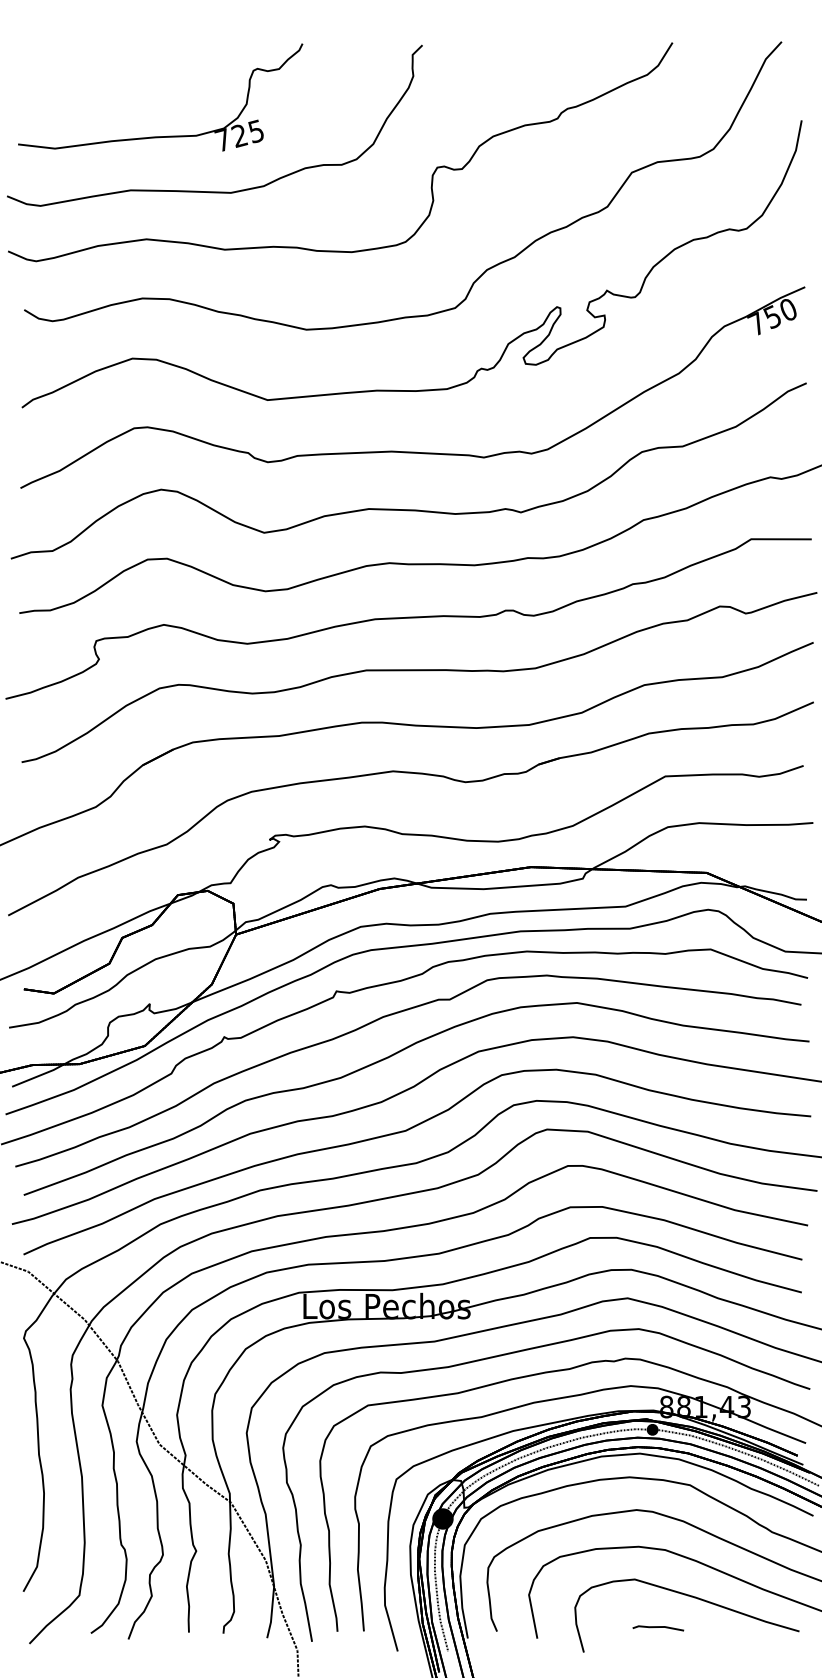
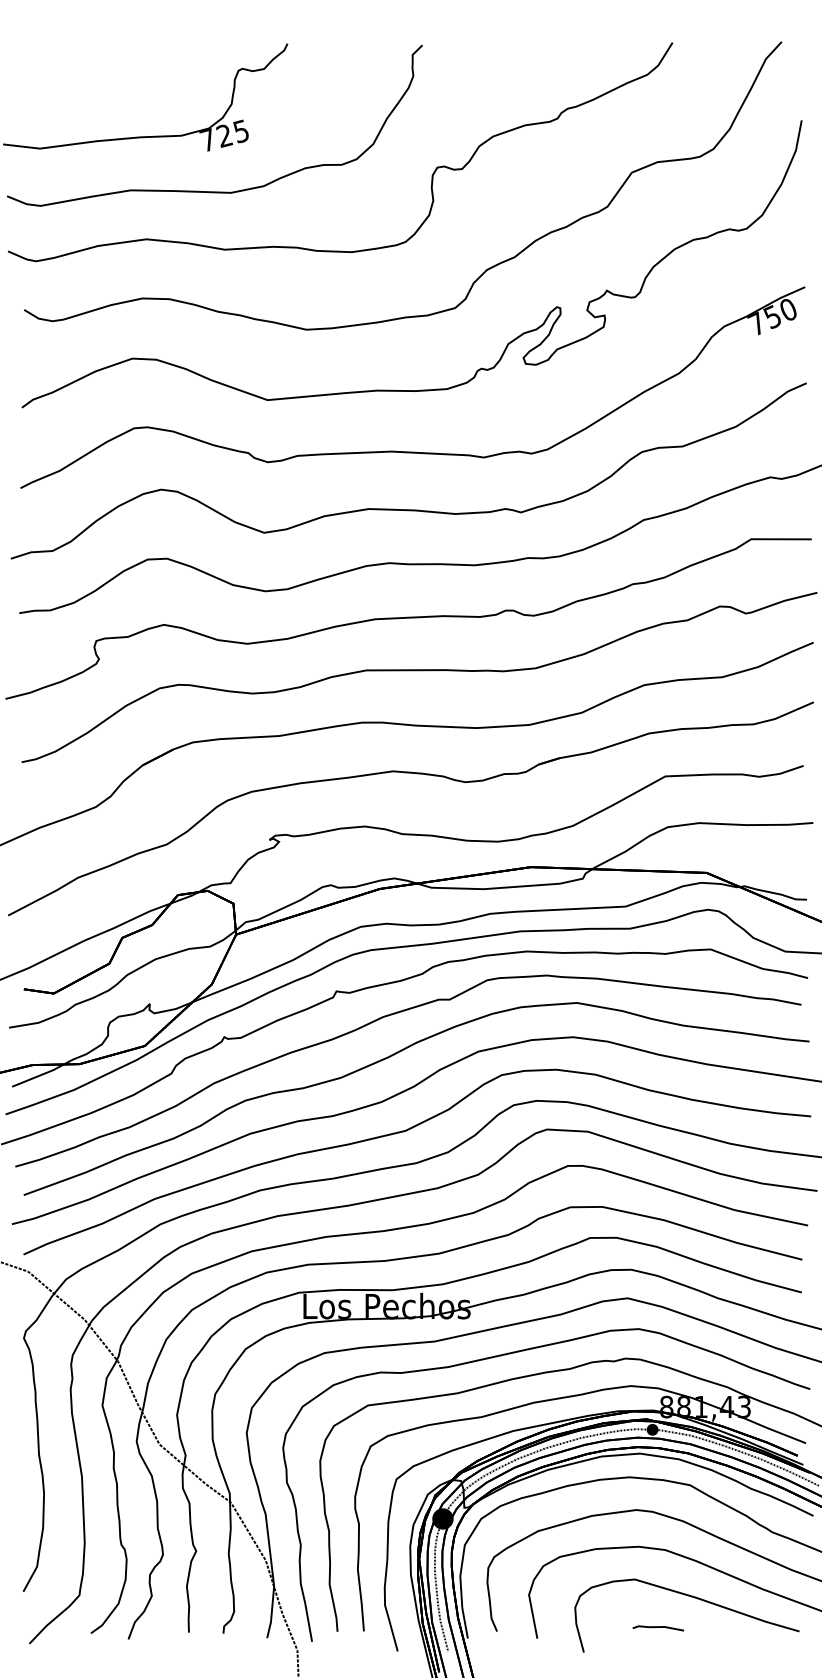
part at (168, 135) position: (168, 135) -> (153, 135)
